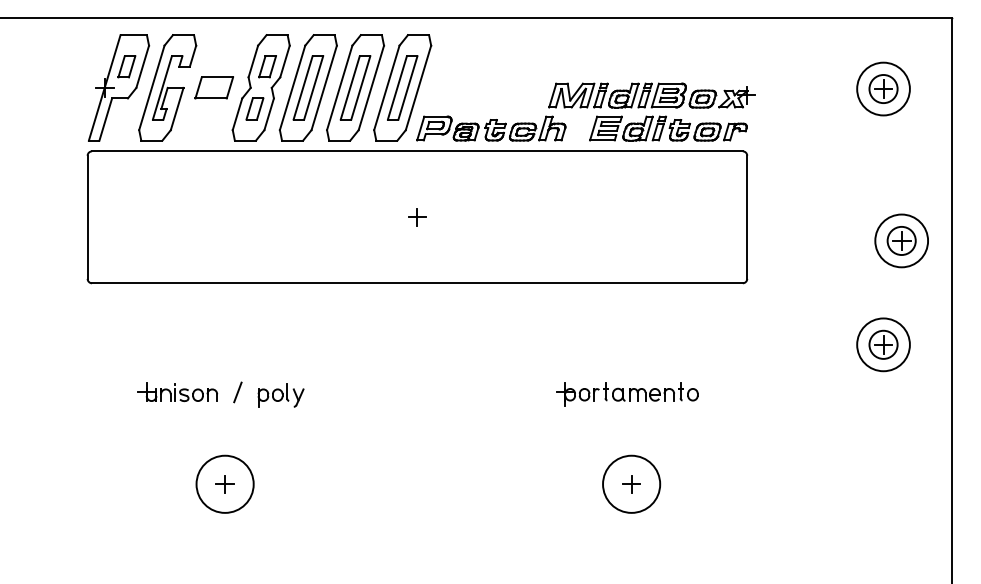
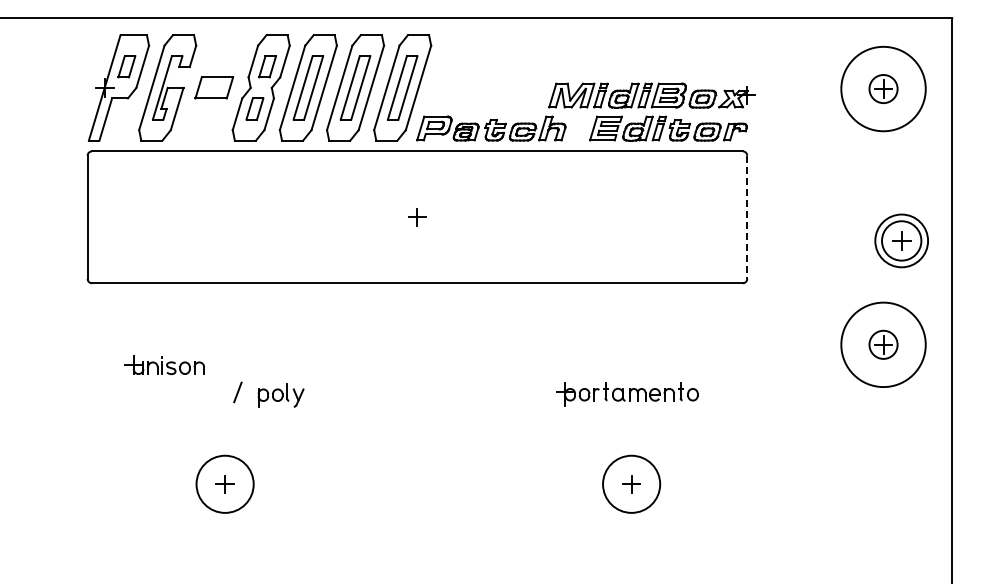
circle at (883, 88) diameter: 53 px -> 84 px
line at (747, 217): solid -> dashed
circle at (901, 240) diameter: 28 px -> 39 px
circle at (883, 344) diameter: 53 px -> 84 px
part at (177, 392) position: (177, 392) -> (164, 365)
